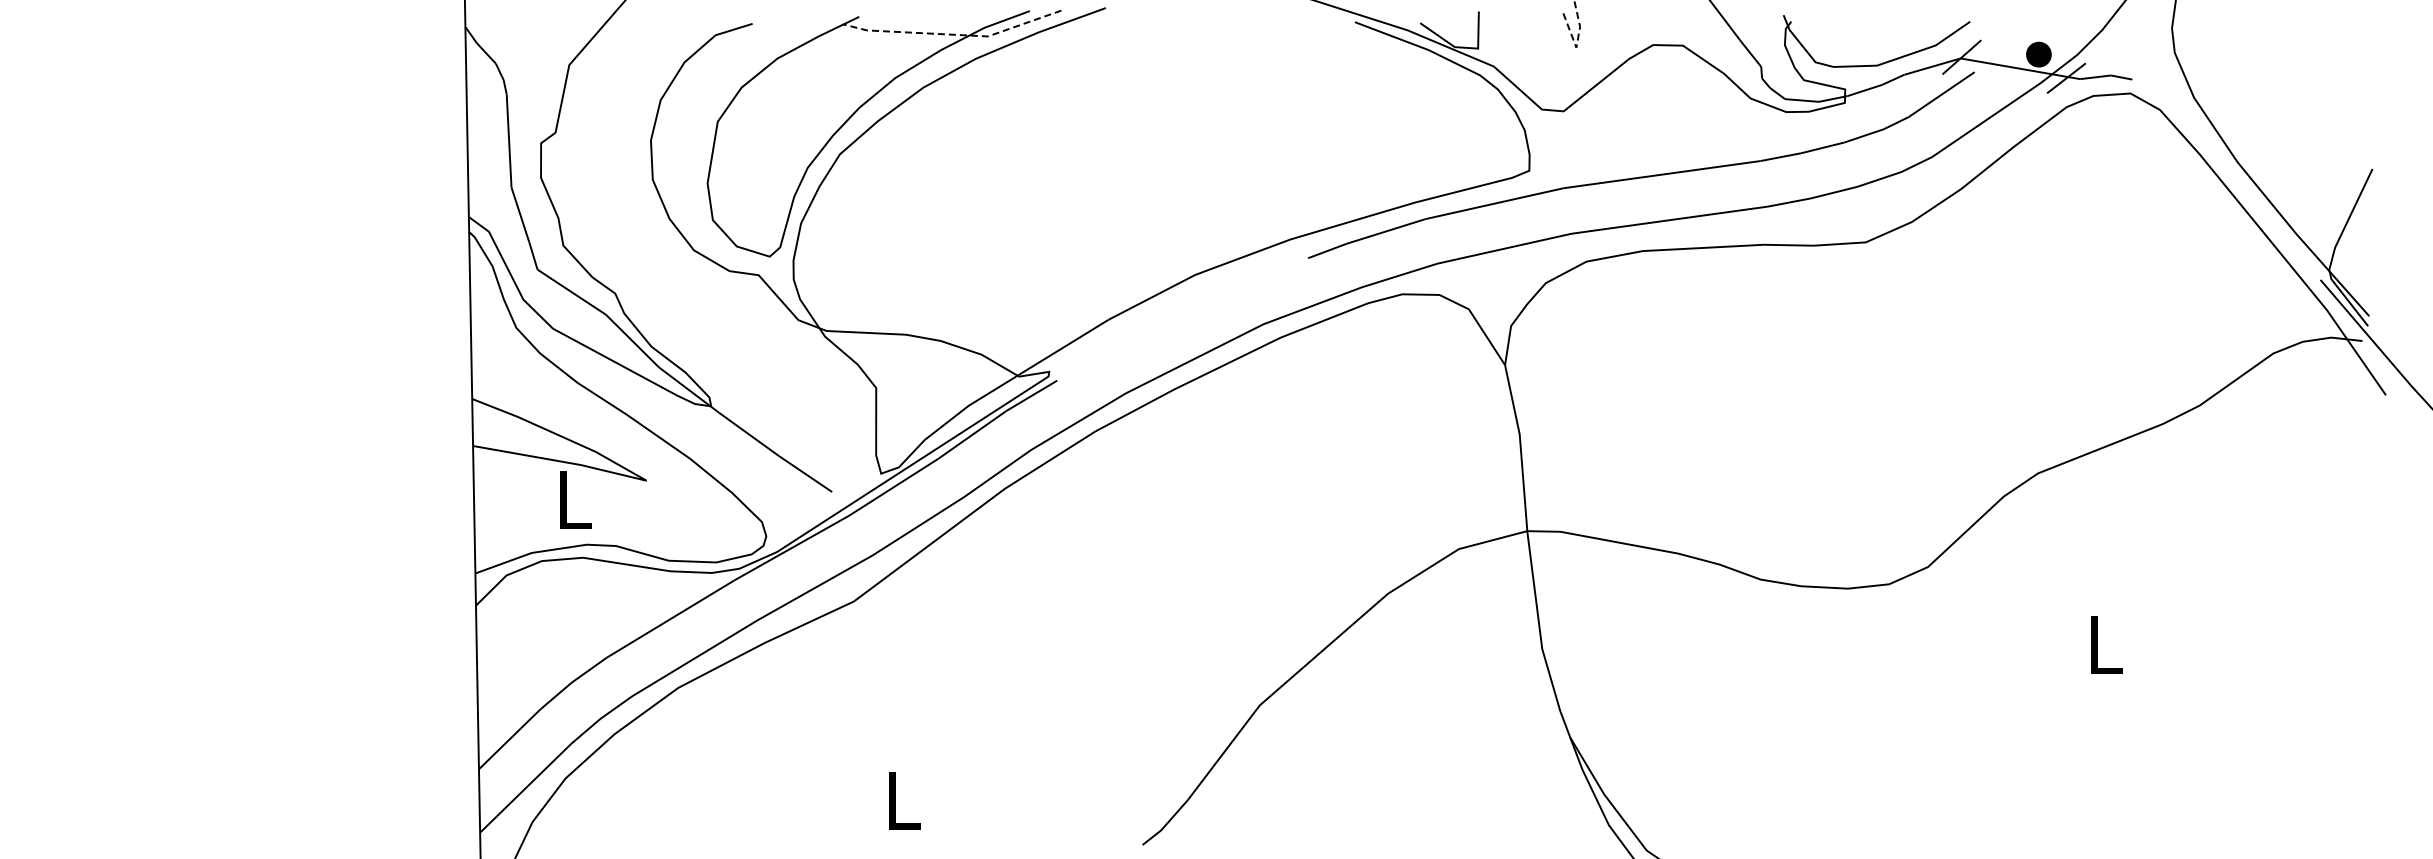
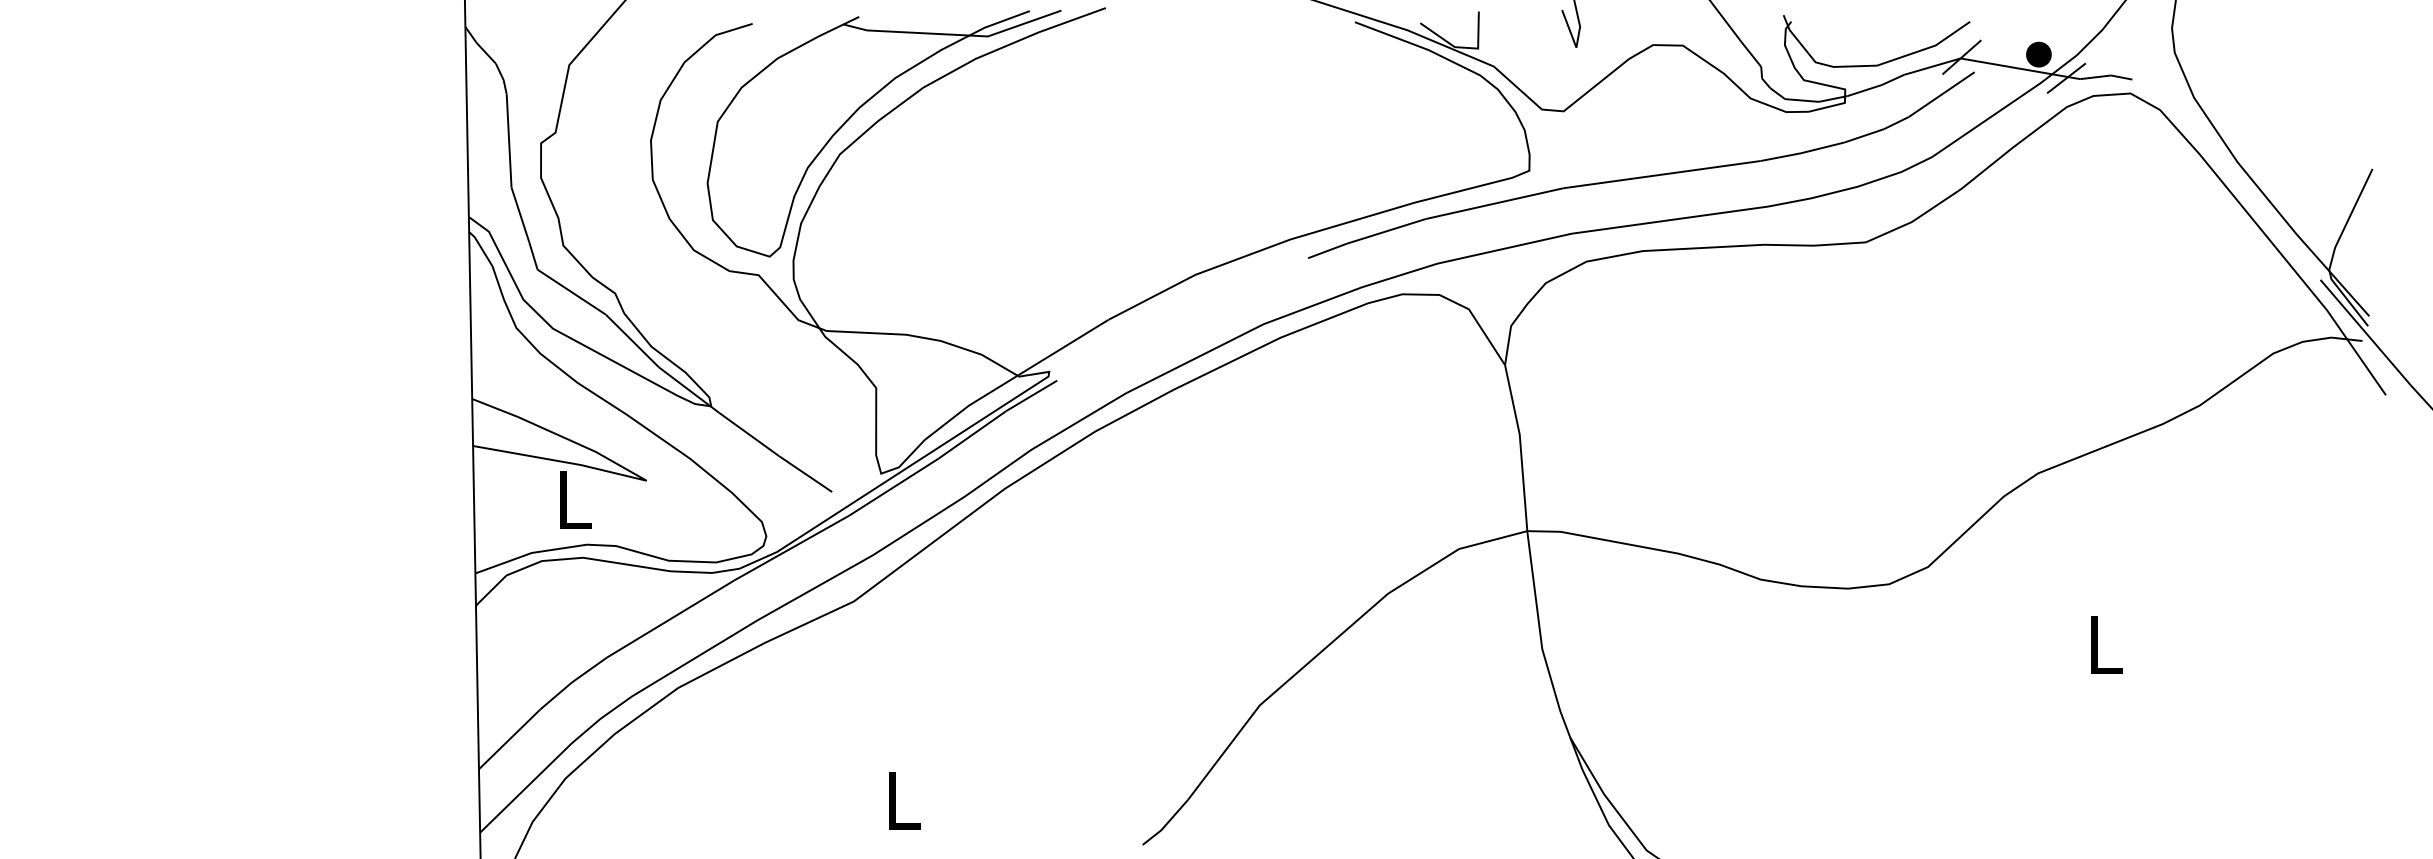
line at (953, 34): dashed -> solid
line at (1577, 43): dashed -> solid
